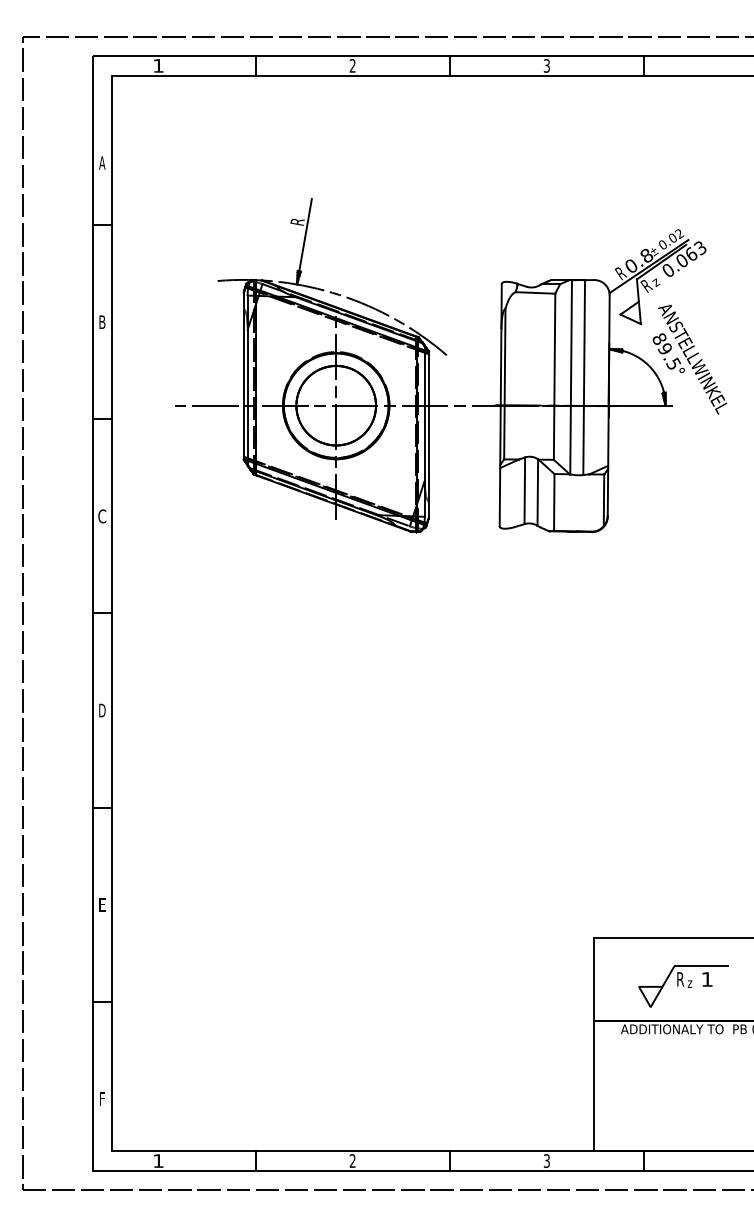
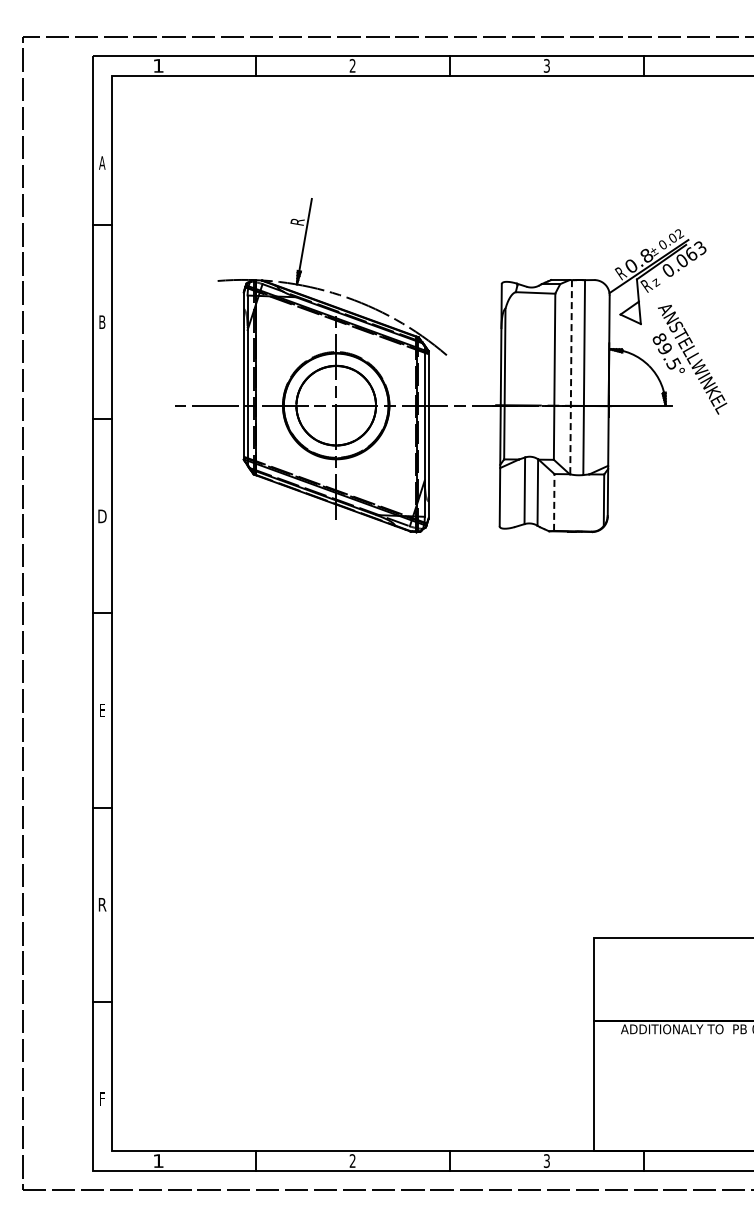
line at (571, 377): solid -> dashed
line at (554, 501): solid -> dashed
text at (102, 516): C -> D
text at (102, 710): D -> E
text at (102, 904): E -> R
part at (683, 986): present -> none
